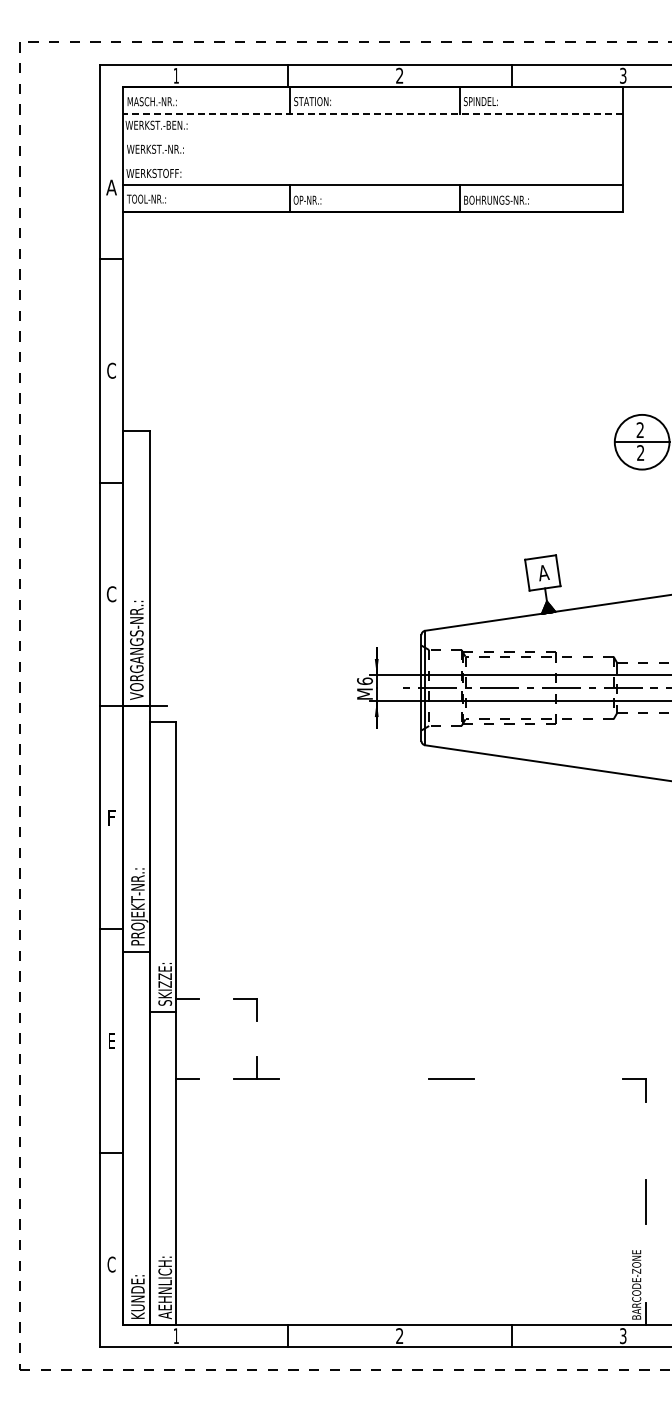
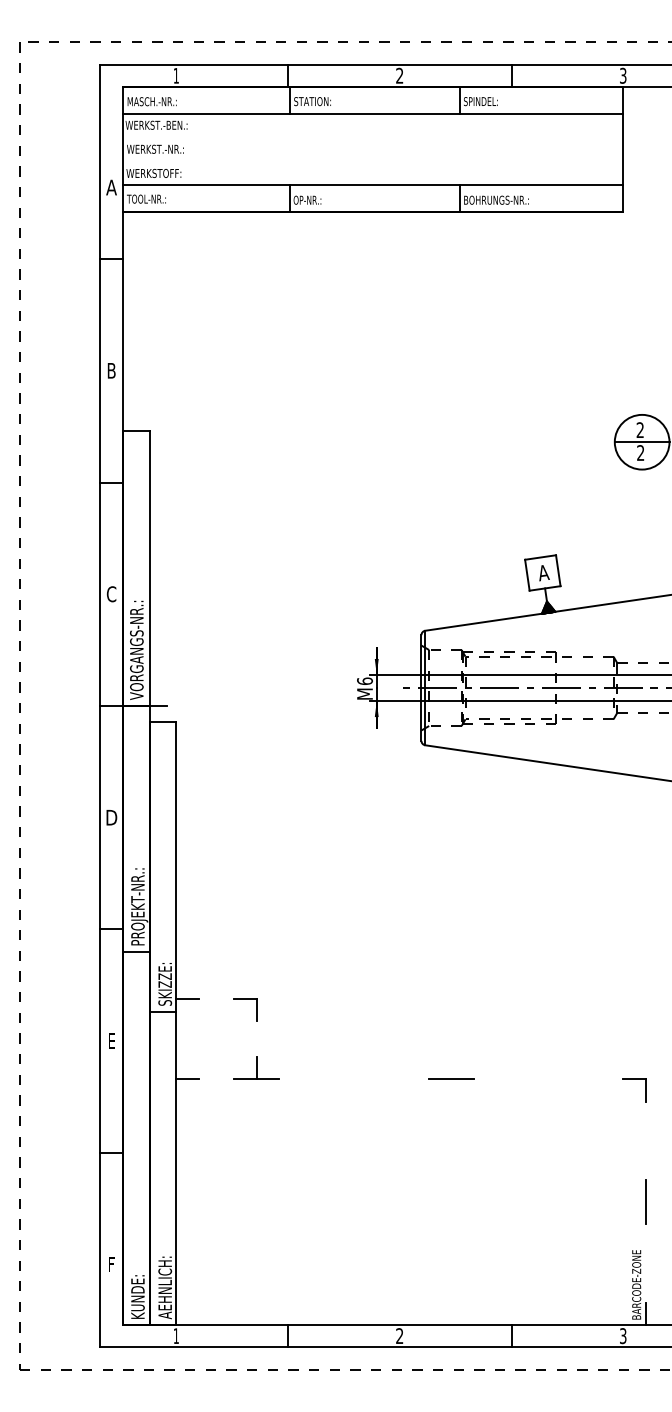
line at (372, 113): dashed -> solid
text at (111, 370): C -> B
text at (111, 817): F -> D
text at (111, 1264): C -> F
